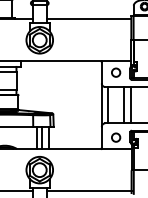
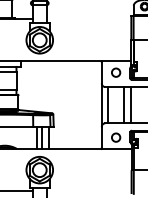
line at (88, 19): present -> none
line at (88, 191): present -> none
